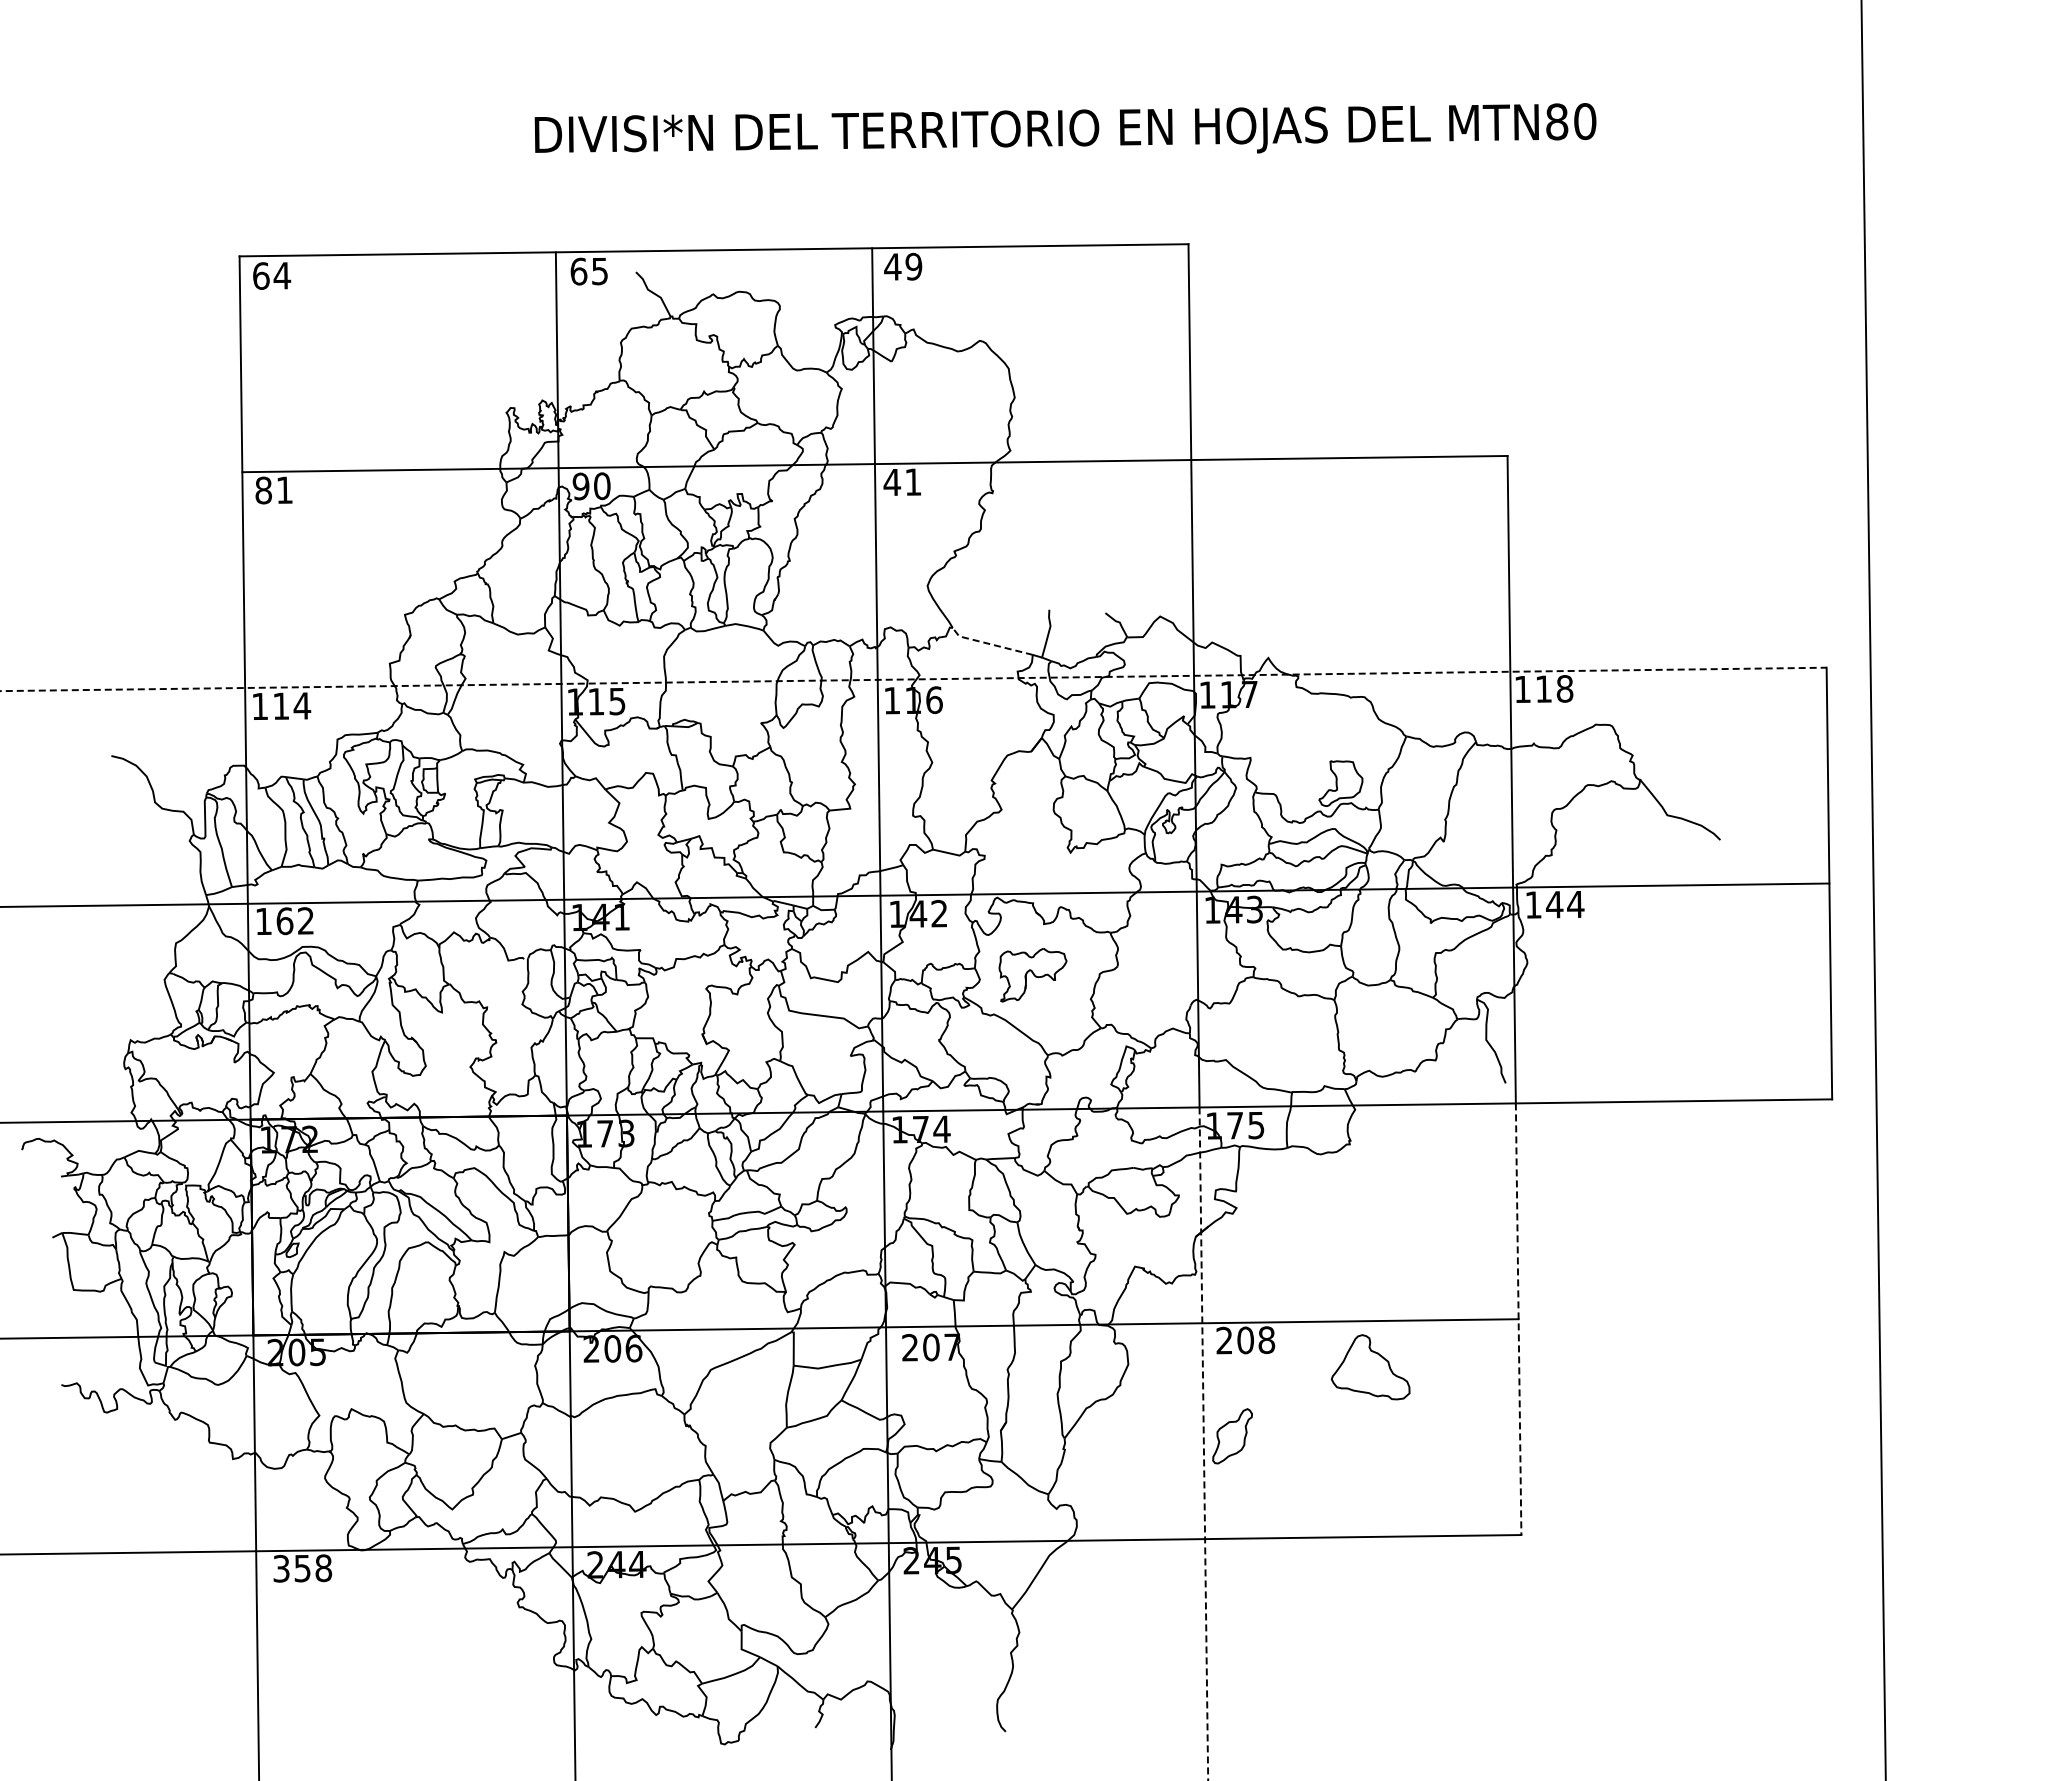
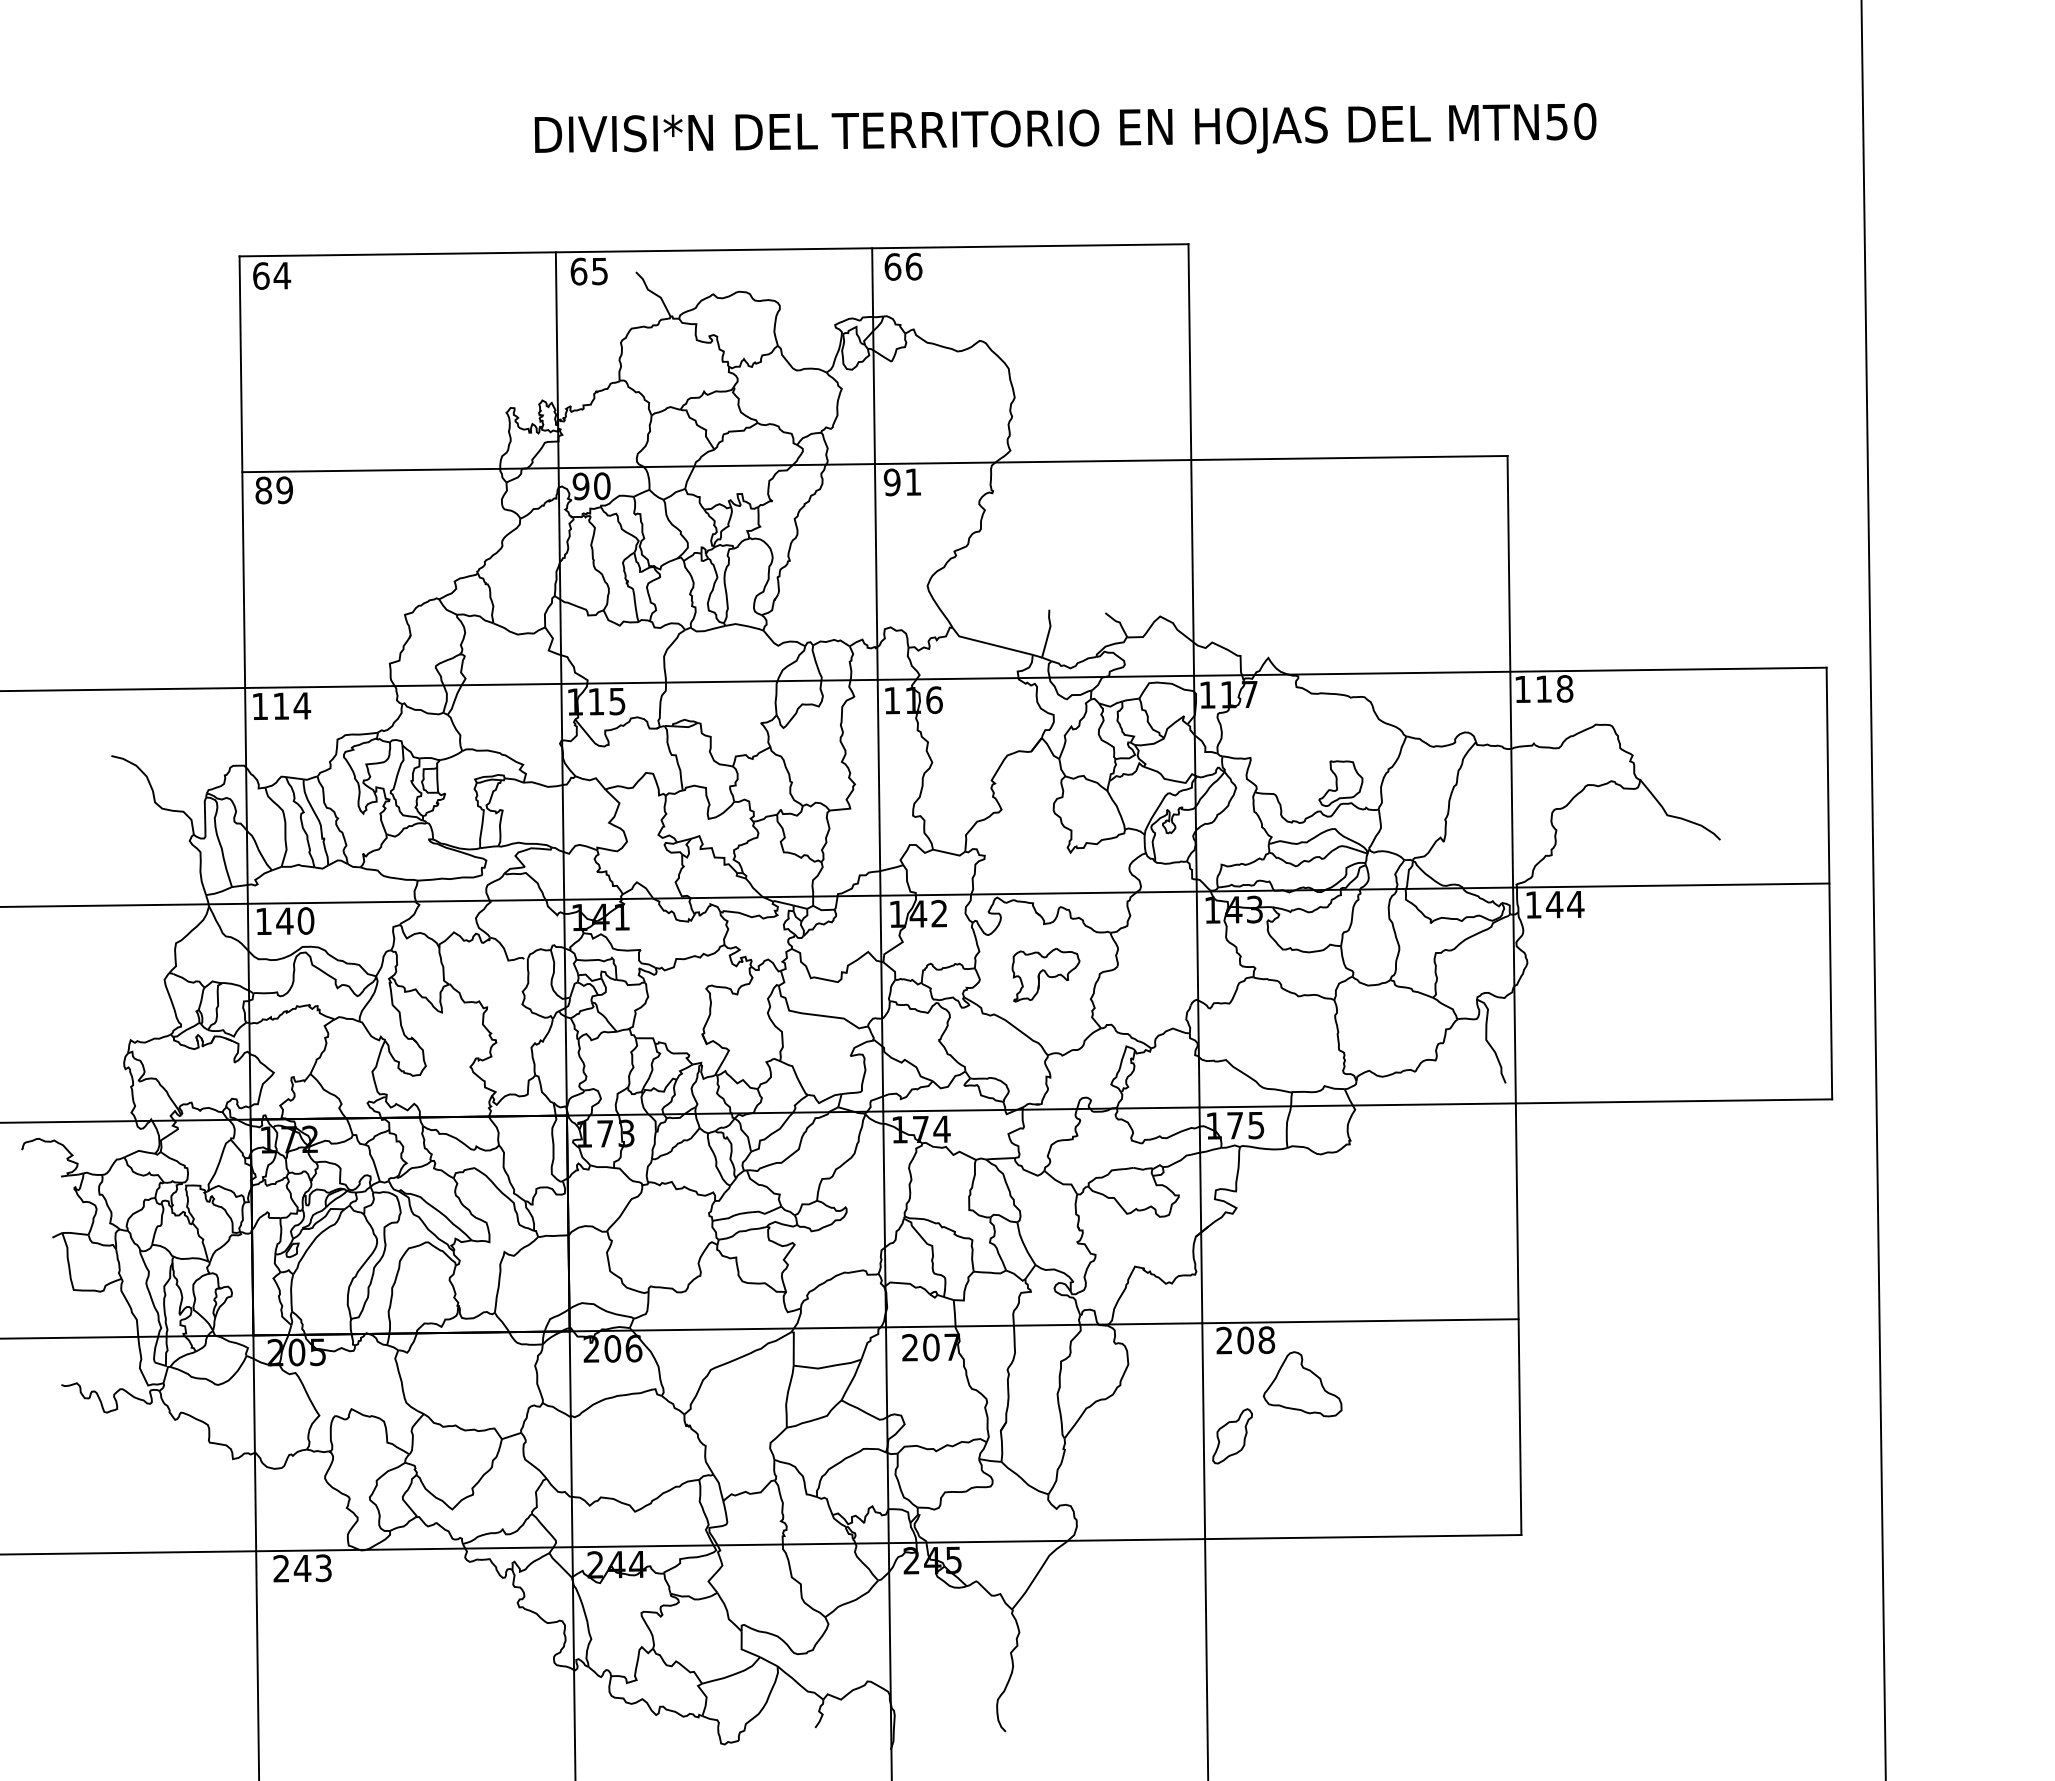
text at (1557, 121): MTN80 -> MTN50
text at (903, 266): 49 -> 66
text at (892, 482): 41 -> 91
text at (284, 490): 81 -> 89
line at (990, 644): dashed -> solid
line at (913, 679): dashed -> solid
text at (295, 921): 162 -> 140
part at (1032, 975) position: (1032, 975) -> (1045, 975)
line at (1518, 1319): dashed -> solid
part at (1370, 1367) position: (1370, 1367) -> (1302, 1384)
line at (1203, 1444): dashed -> solid
text at (302, 1568): 358 -> 243
